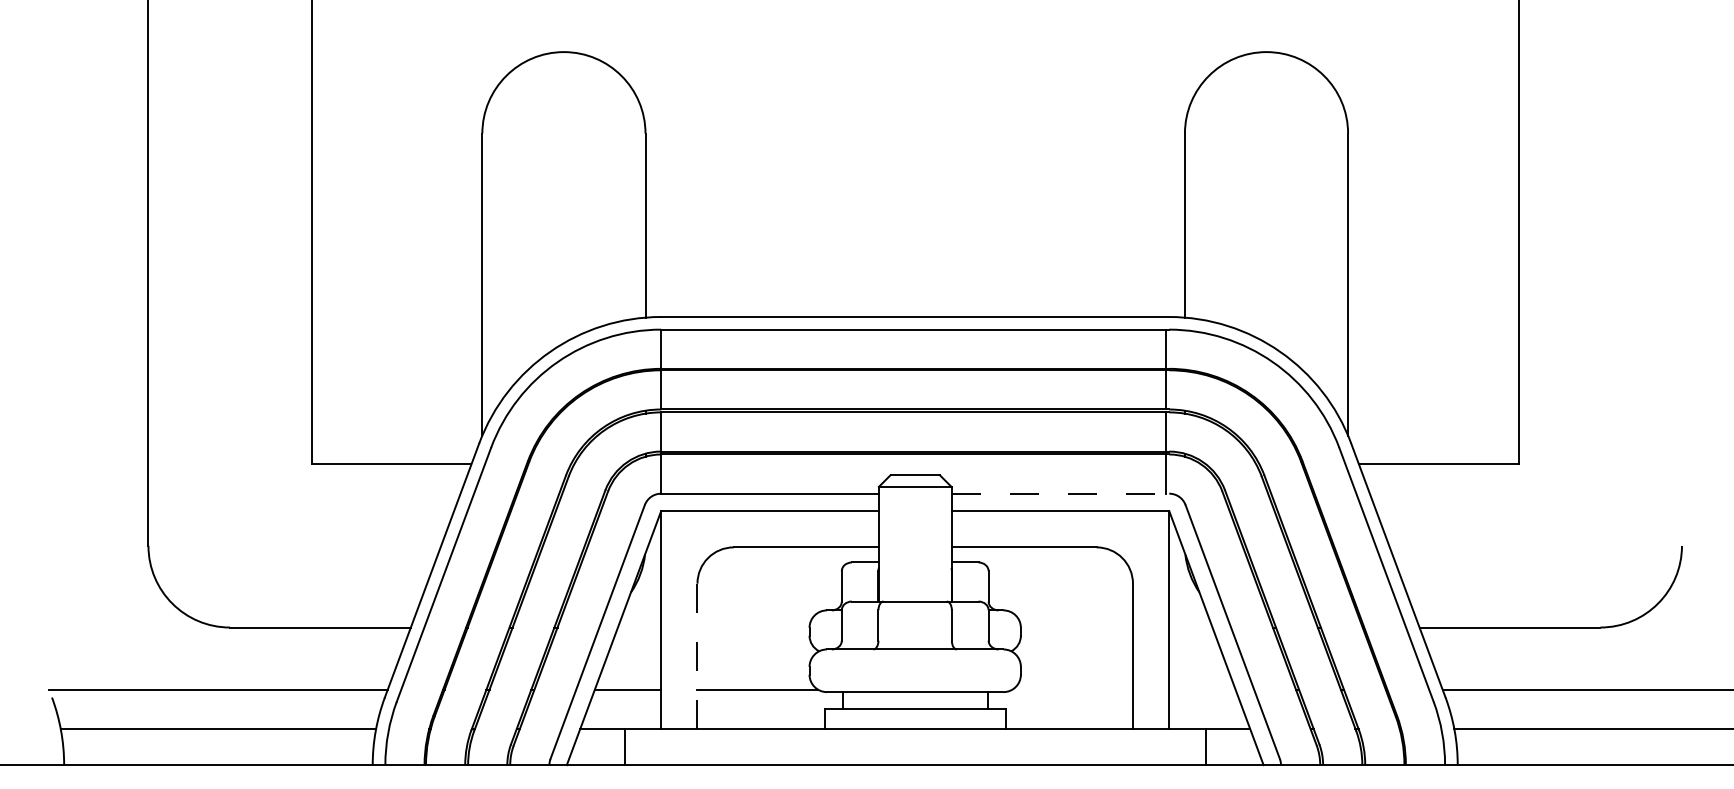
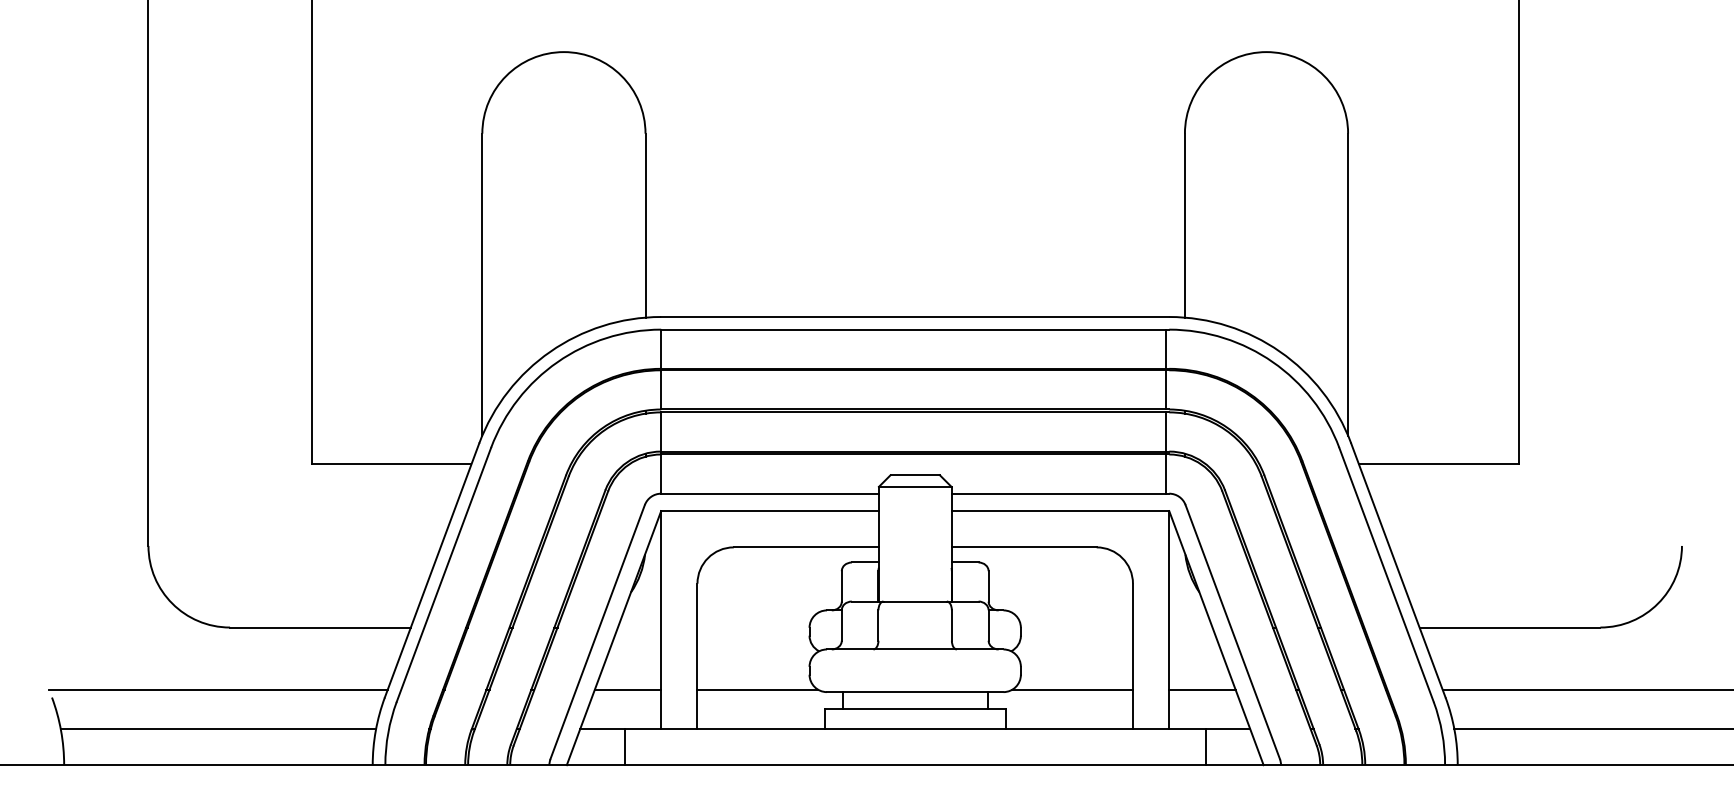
line at (1060, 493): dashed -> solid
line at (697, 656): dashed -> solid
line at (1072, 689): none -> present
line at (1202, 689): none -> present
